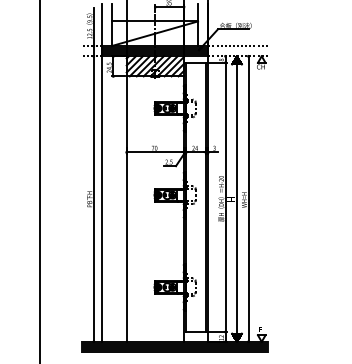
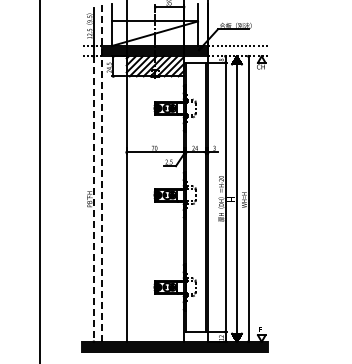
line at (101, 173): solid -> dashed
line at (93, 199): solid -> dashed
